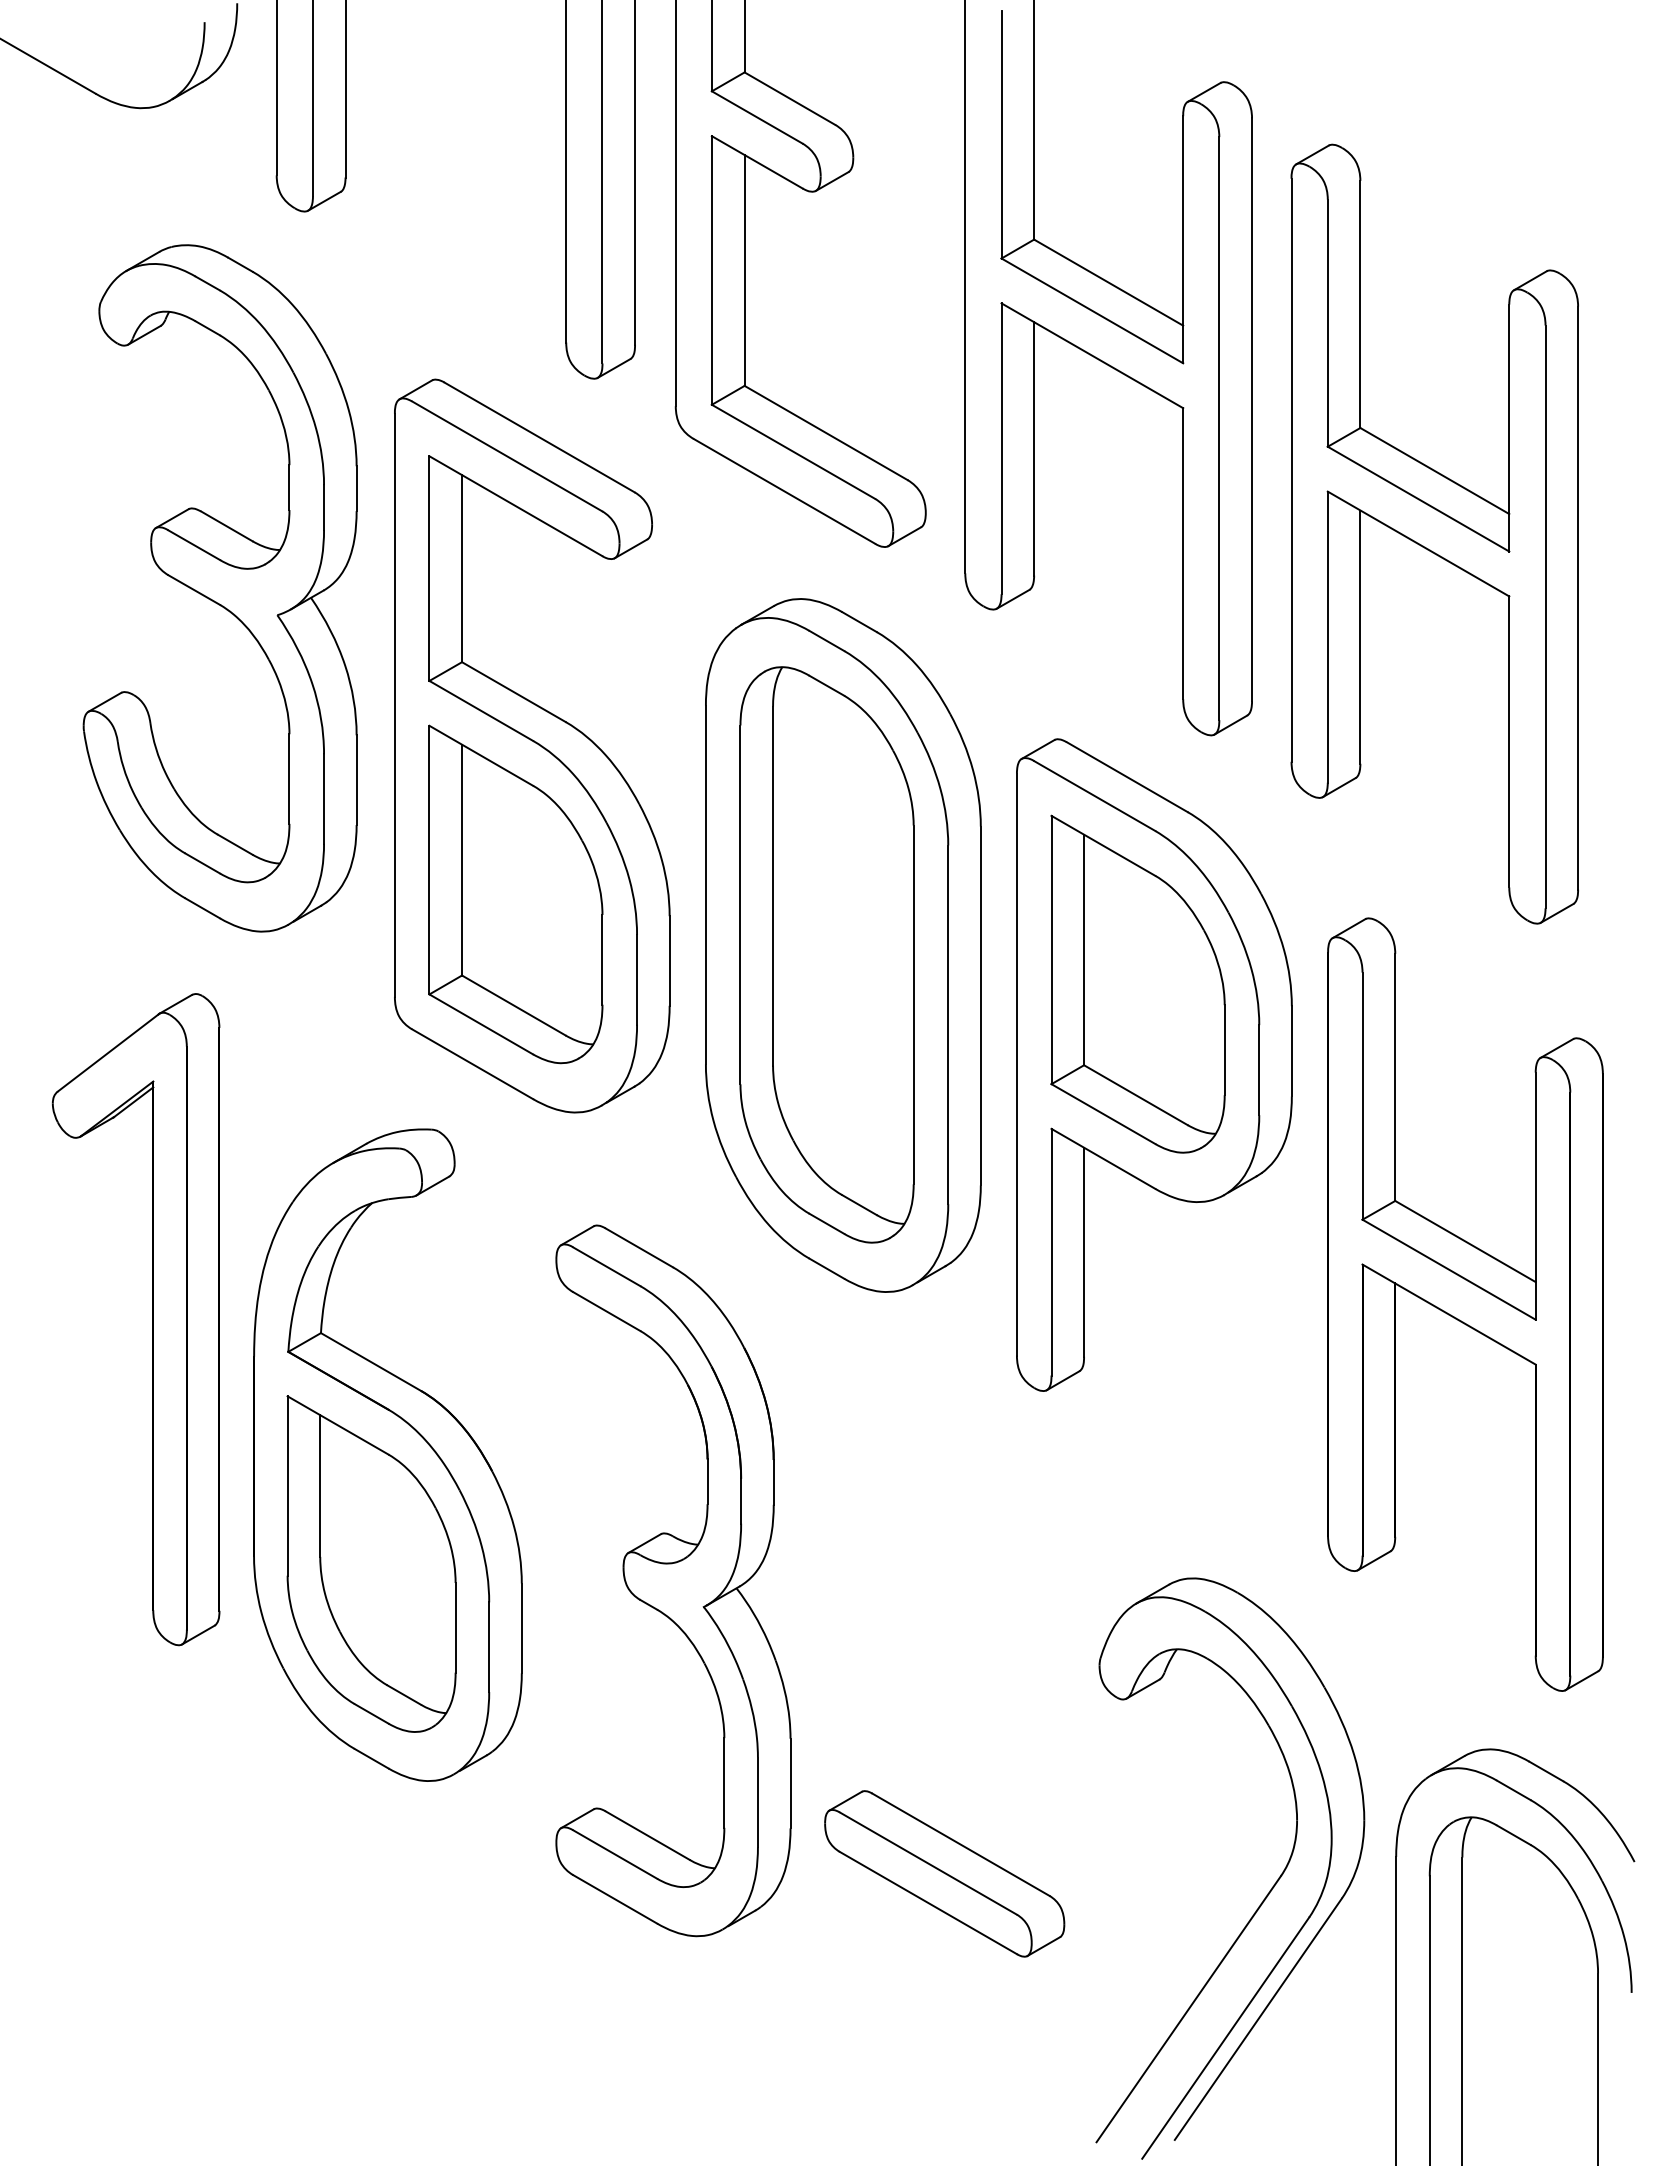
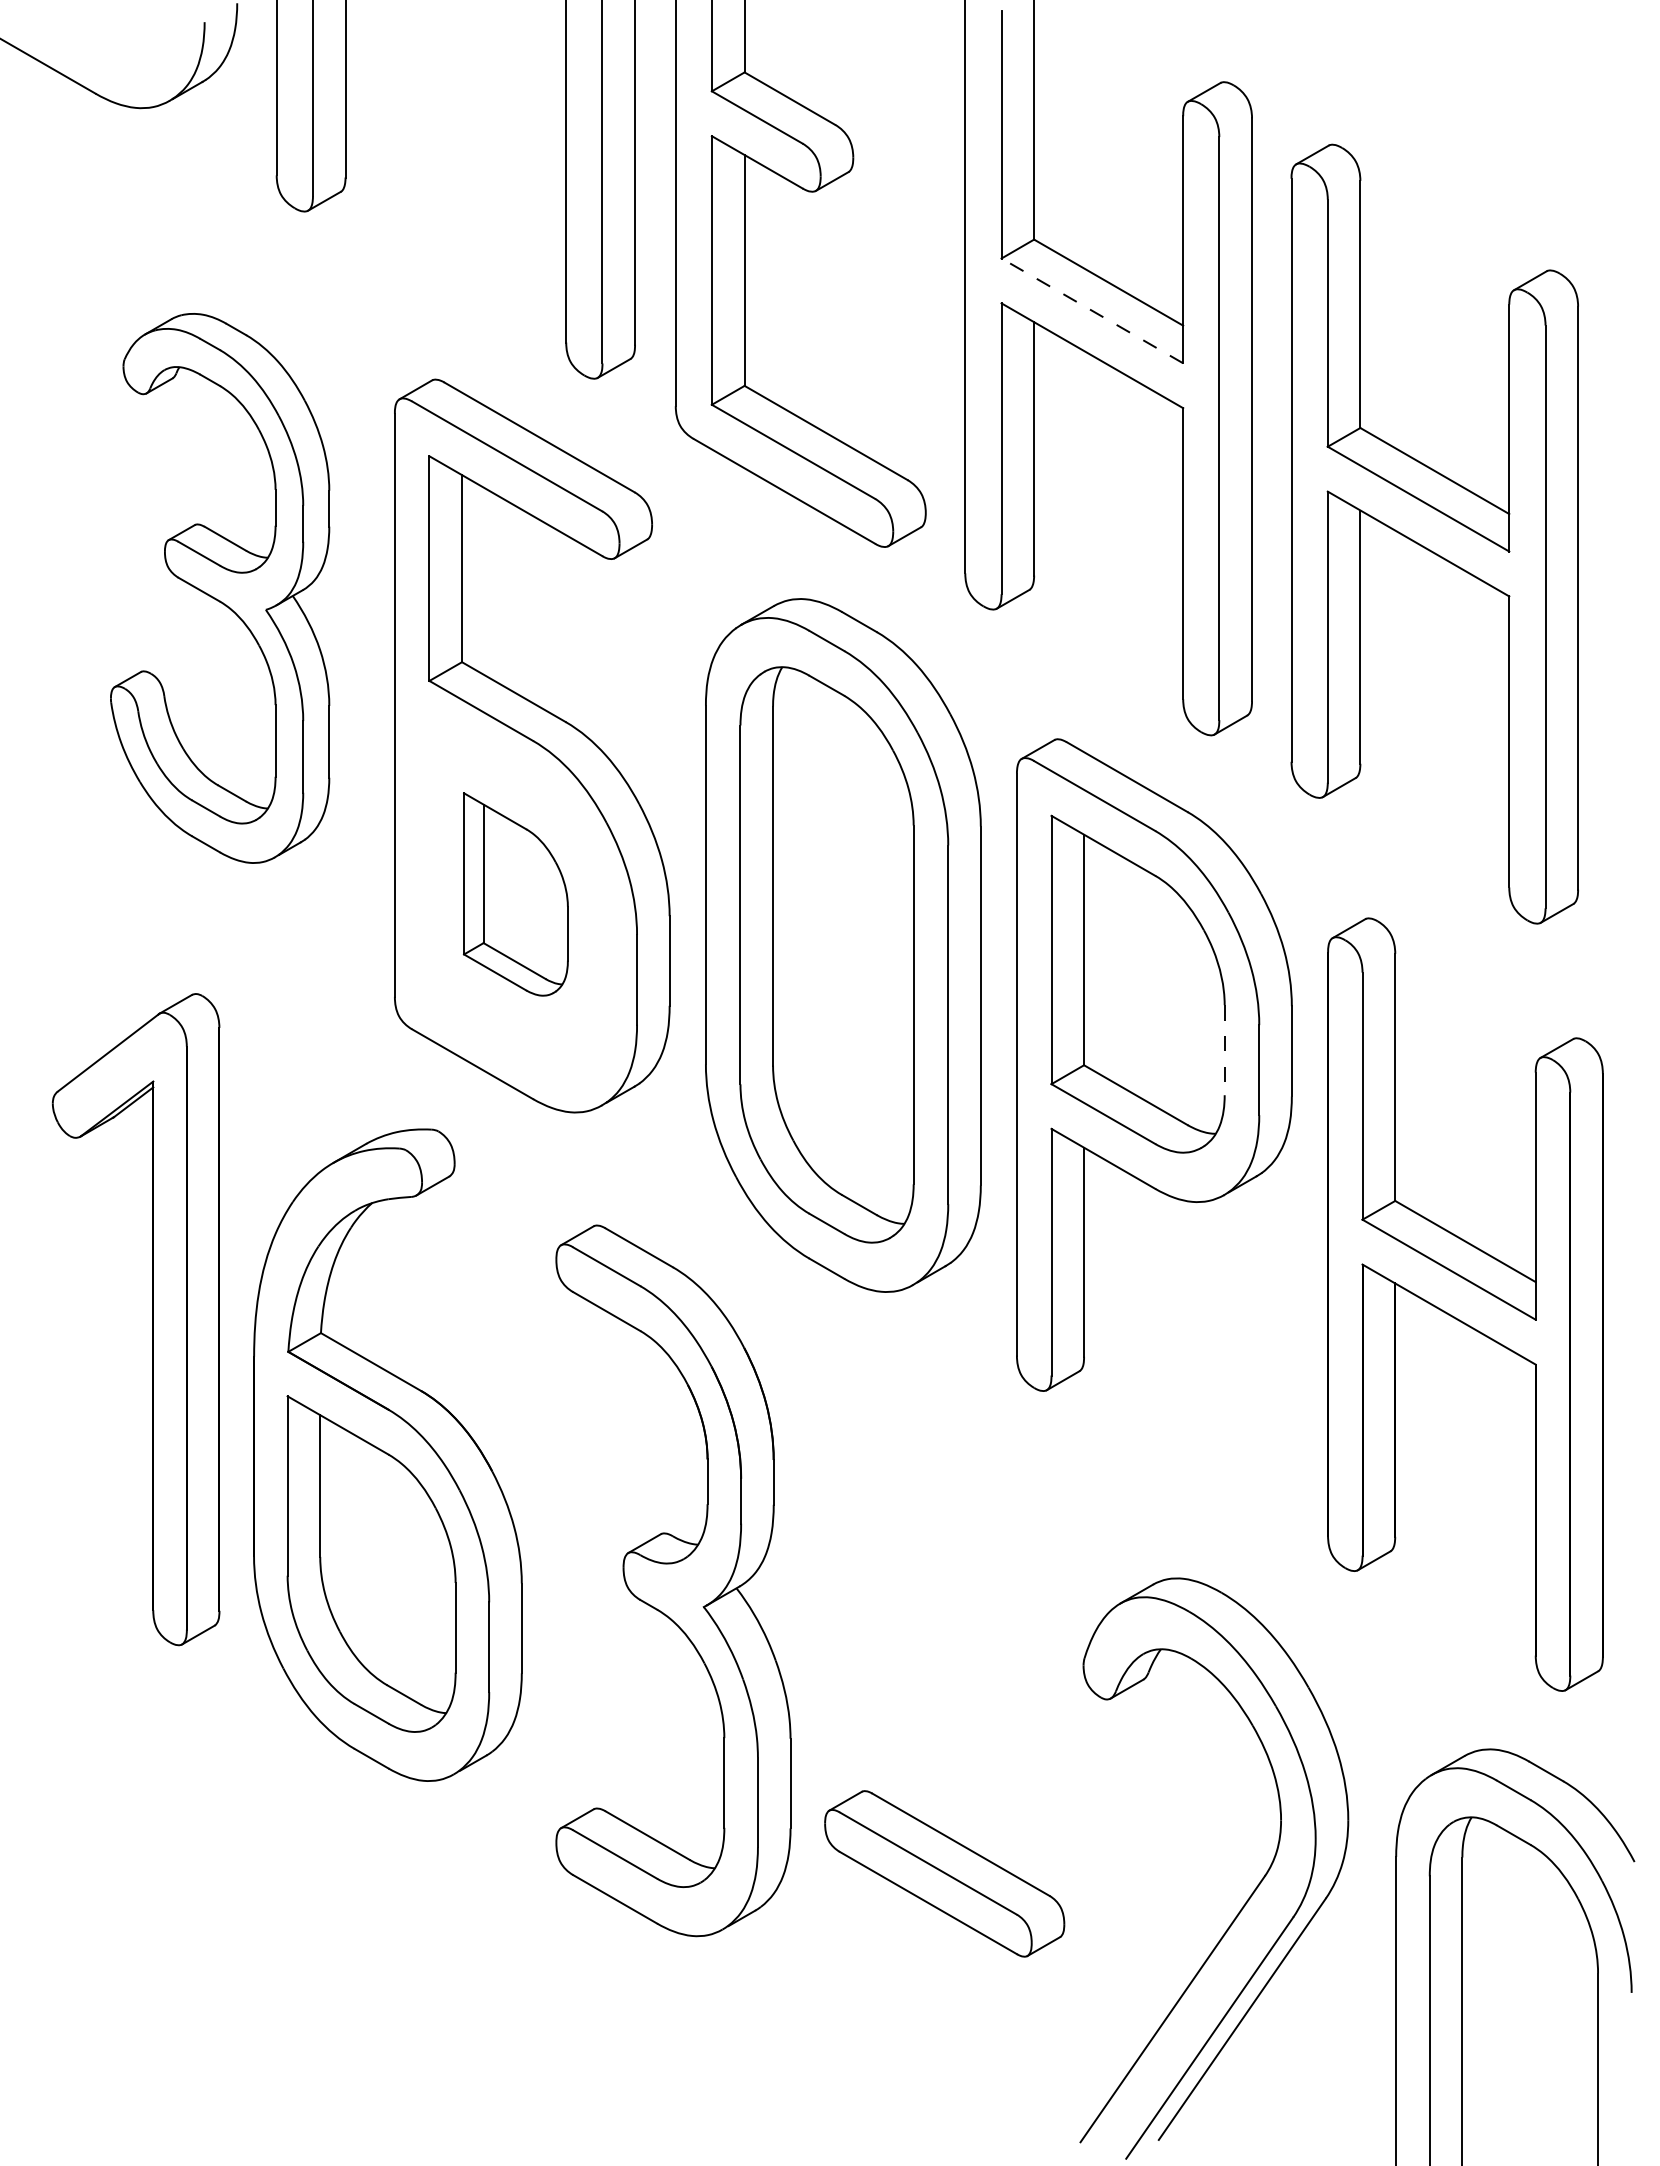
line at (1092, 310): solid -> dashed
part at (219, 588) size: 276x689 px -> 221x551 px
part at (515, 894) size: 176x341 px -> 107x205 px
line at (1224, 1050): solid -> dashed
part at (1267, 1893) position: (1267, 1893) -> (1251, 1893)
